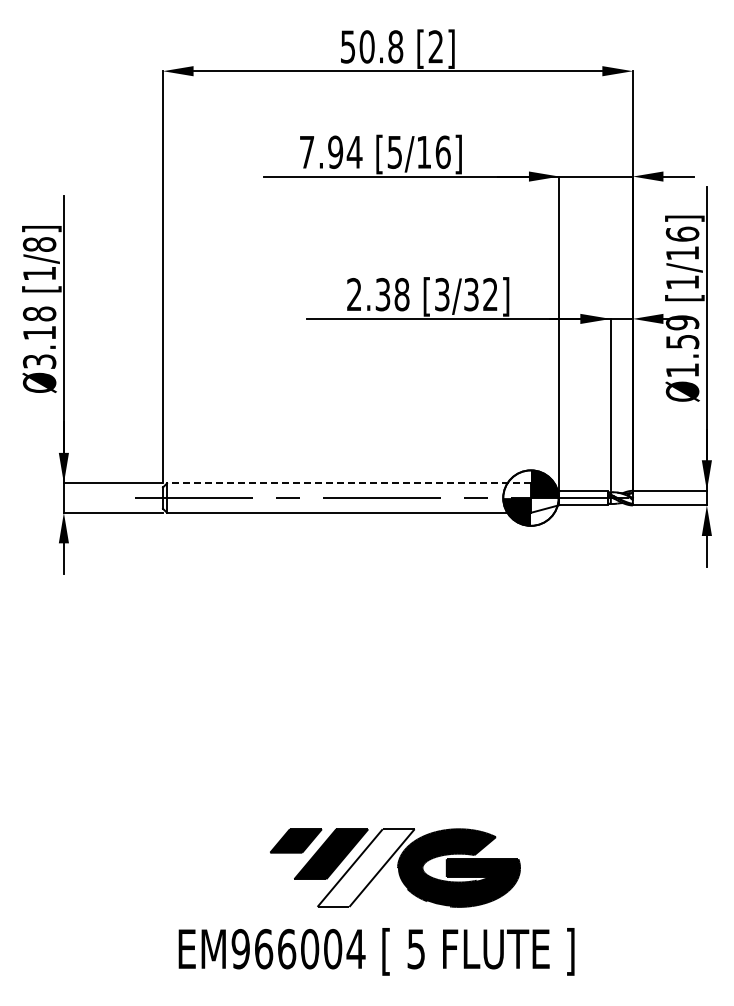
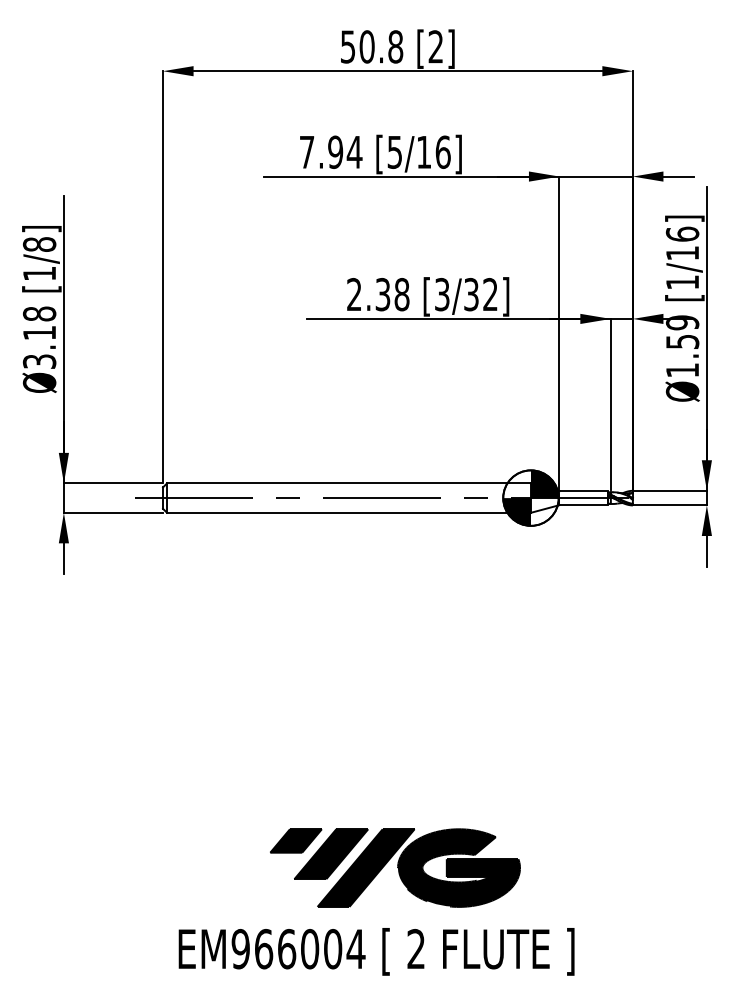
line at (349, 483): dashed -> solid
fill at (365, 867): none -> present
text at (415, 949): 5 -> 2
